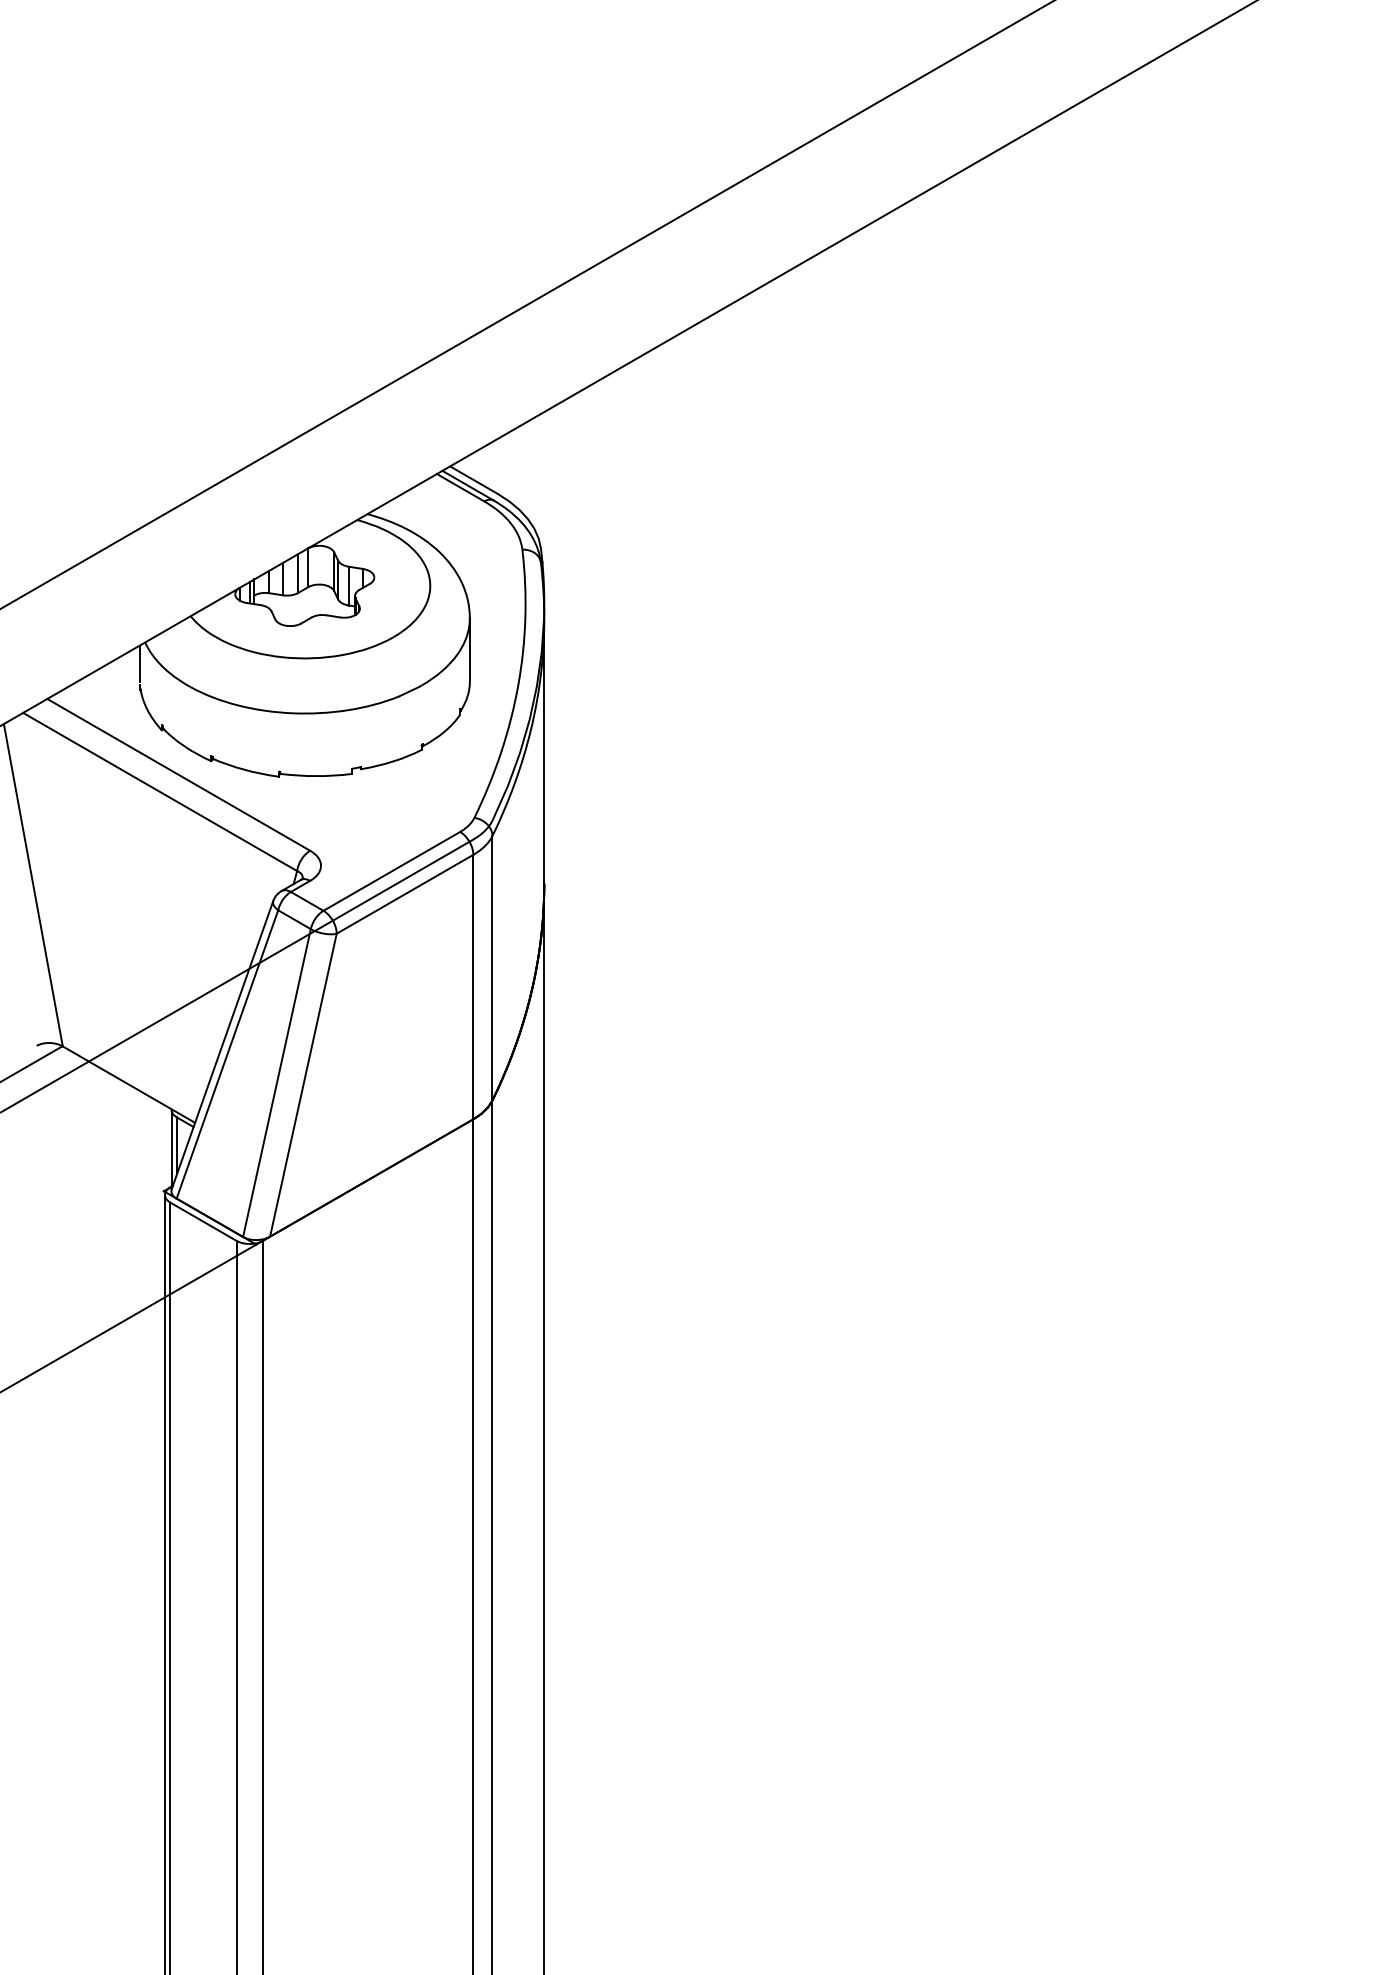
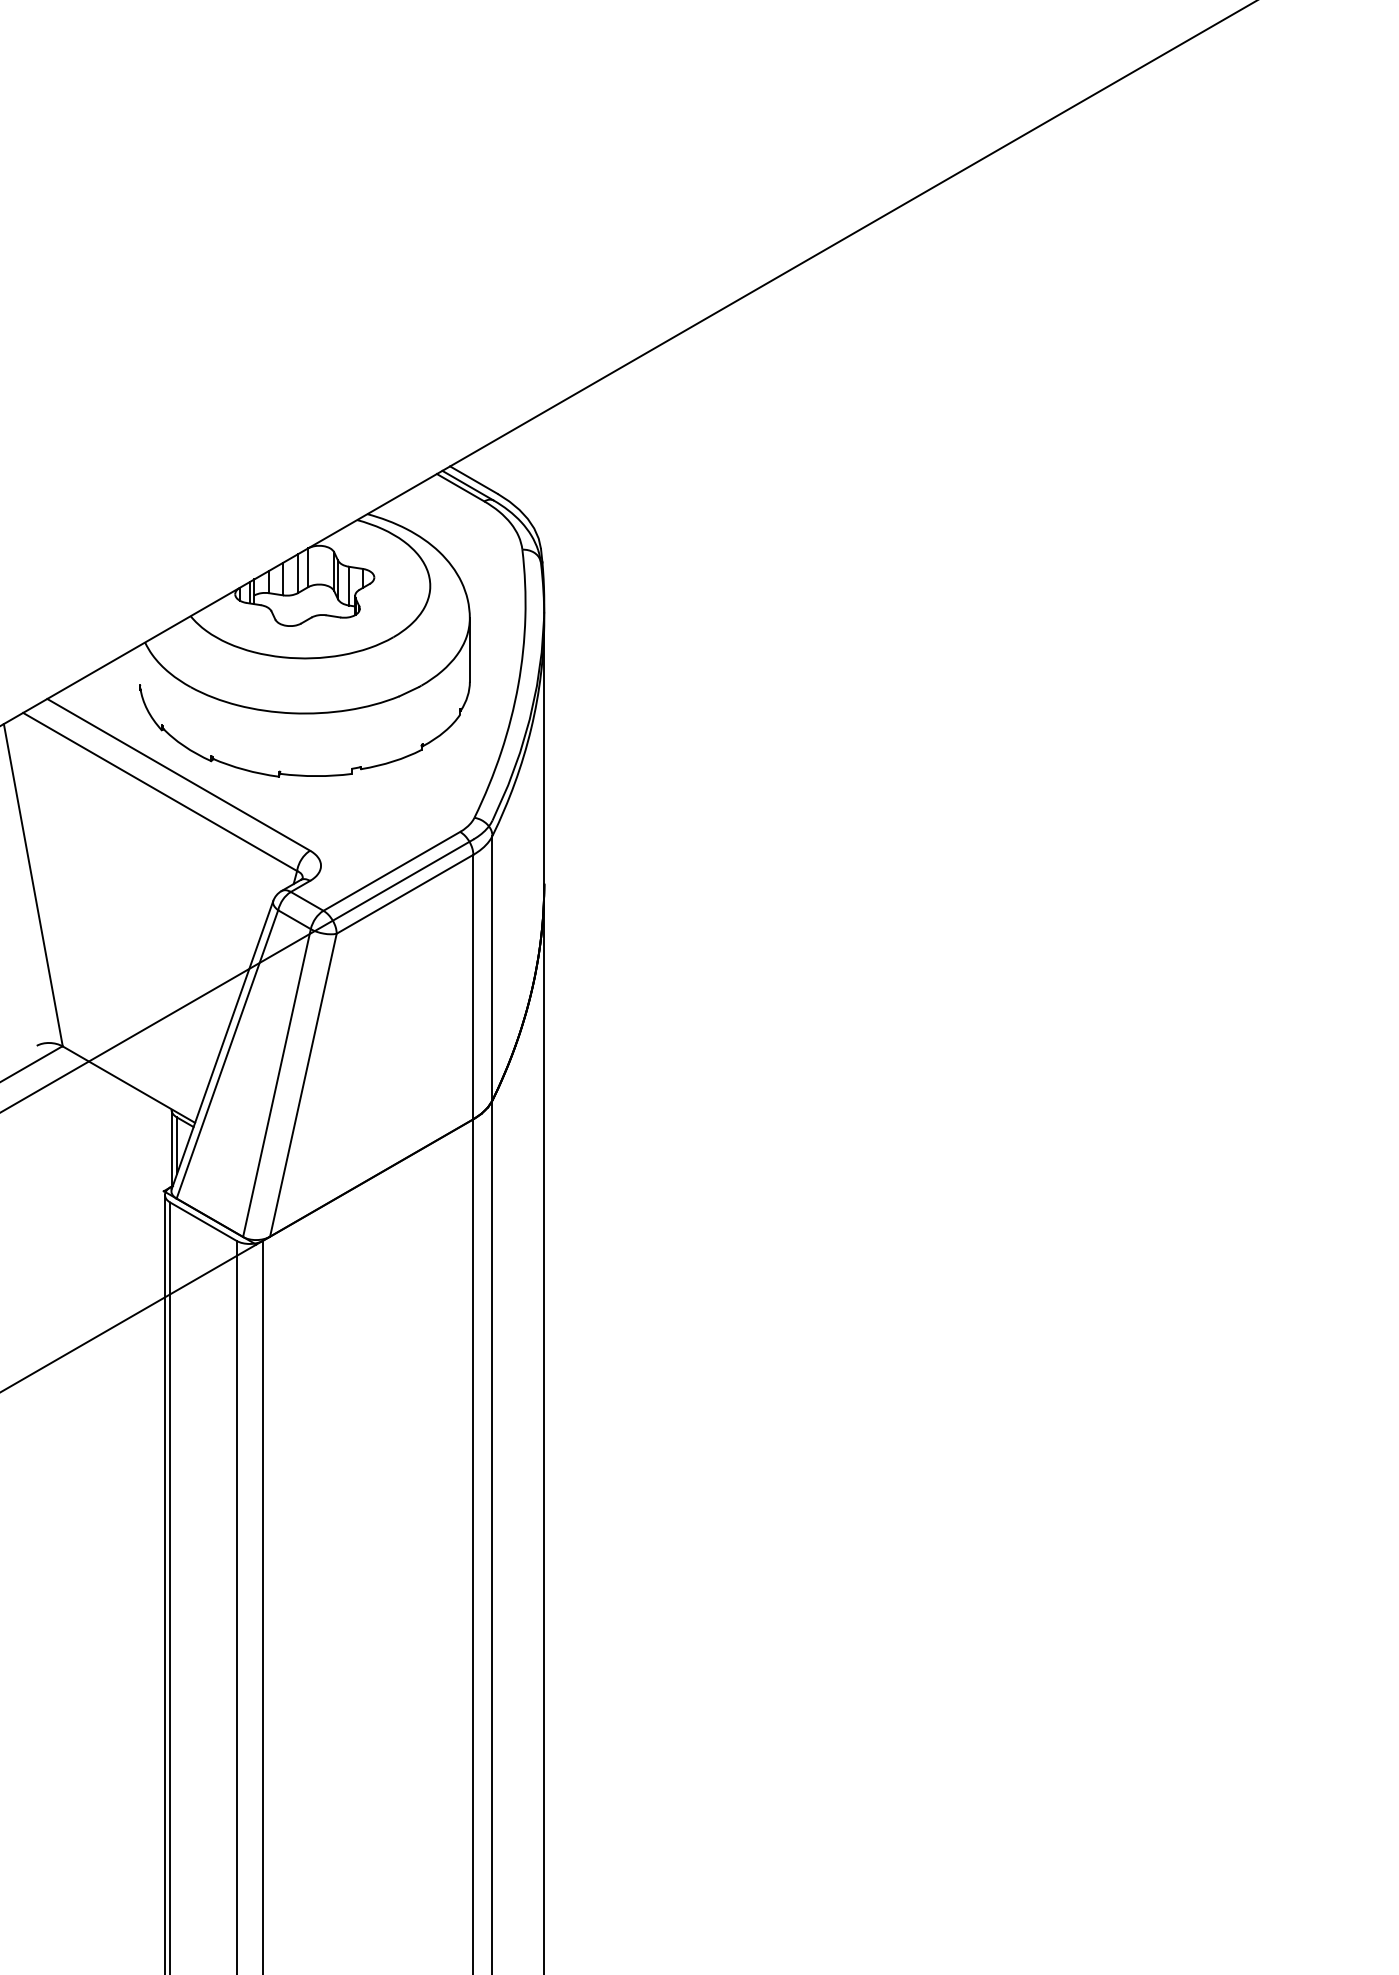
line at (526, 304): present -> none
line at (139, 663): present -> none
